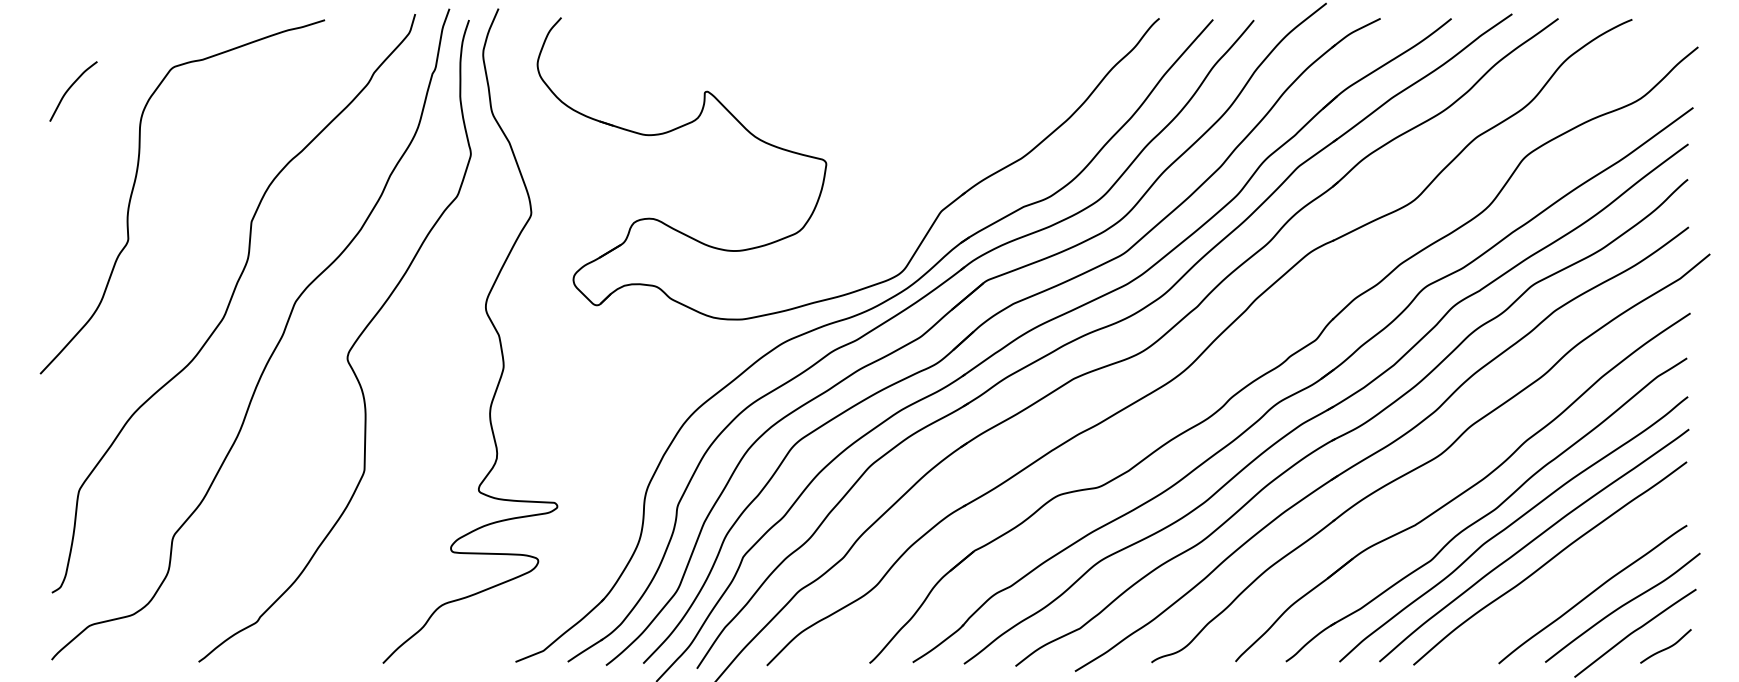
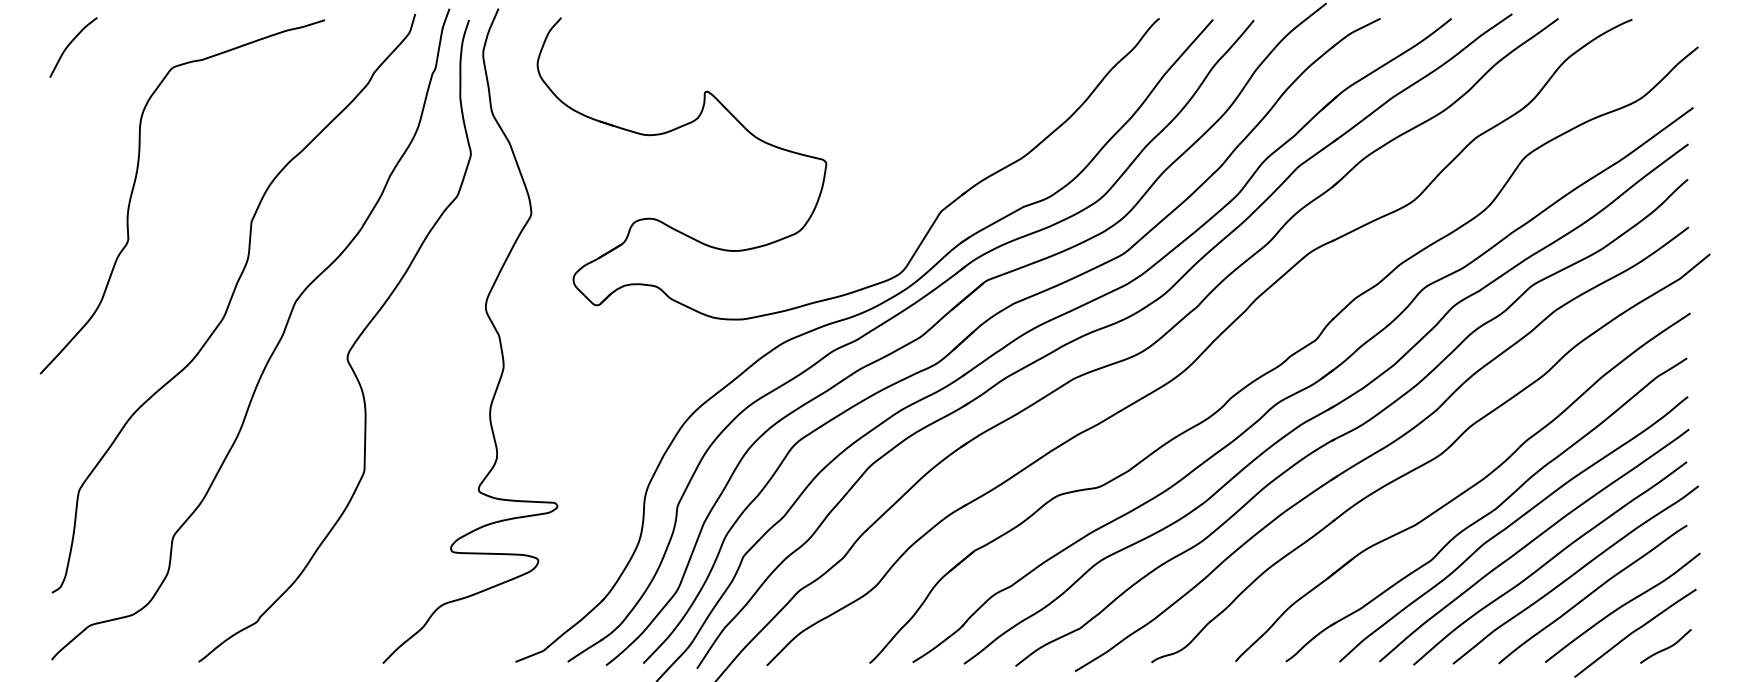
curve at (70, 88) position: (70, 88) -> (70, 44)
curve at (1575, 574): none -> present
